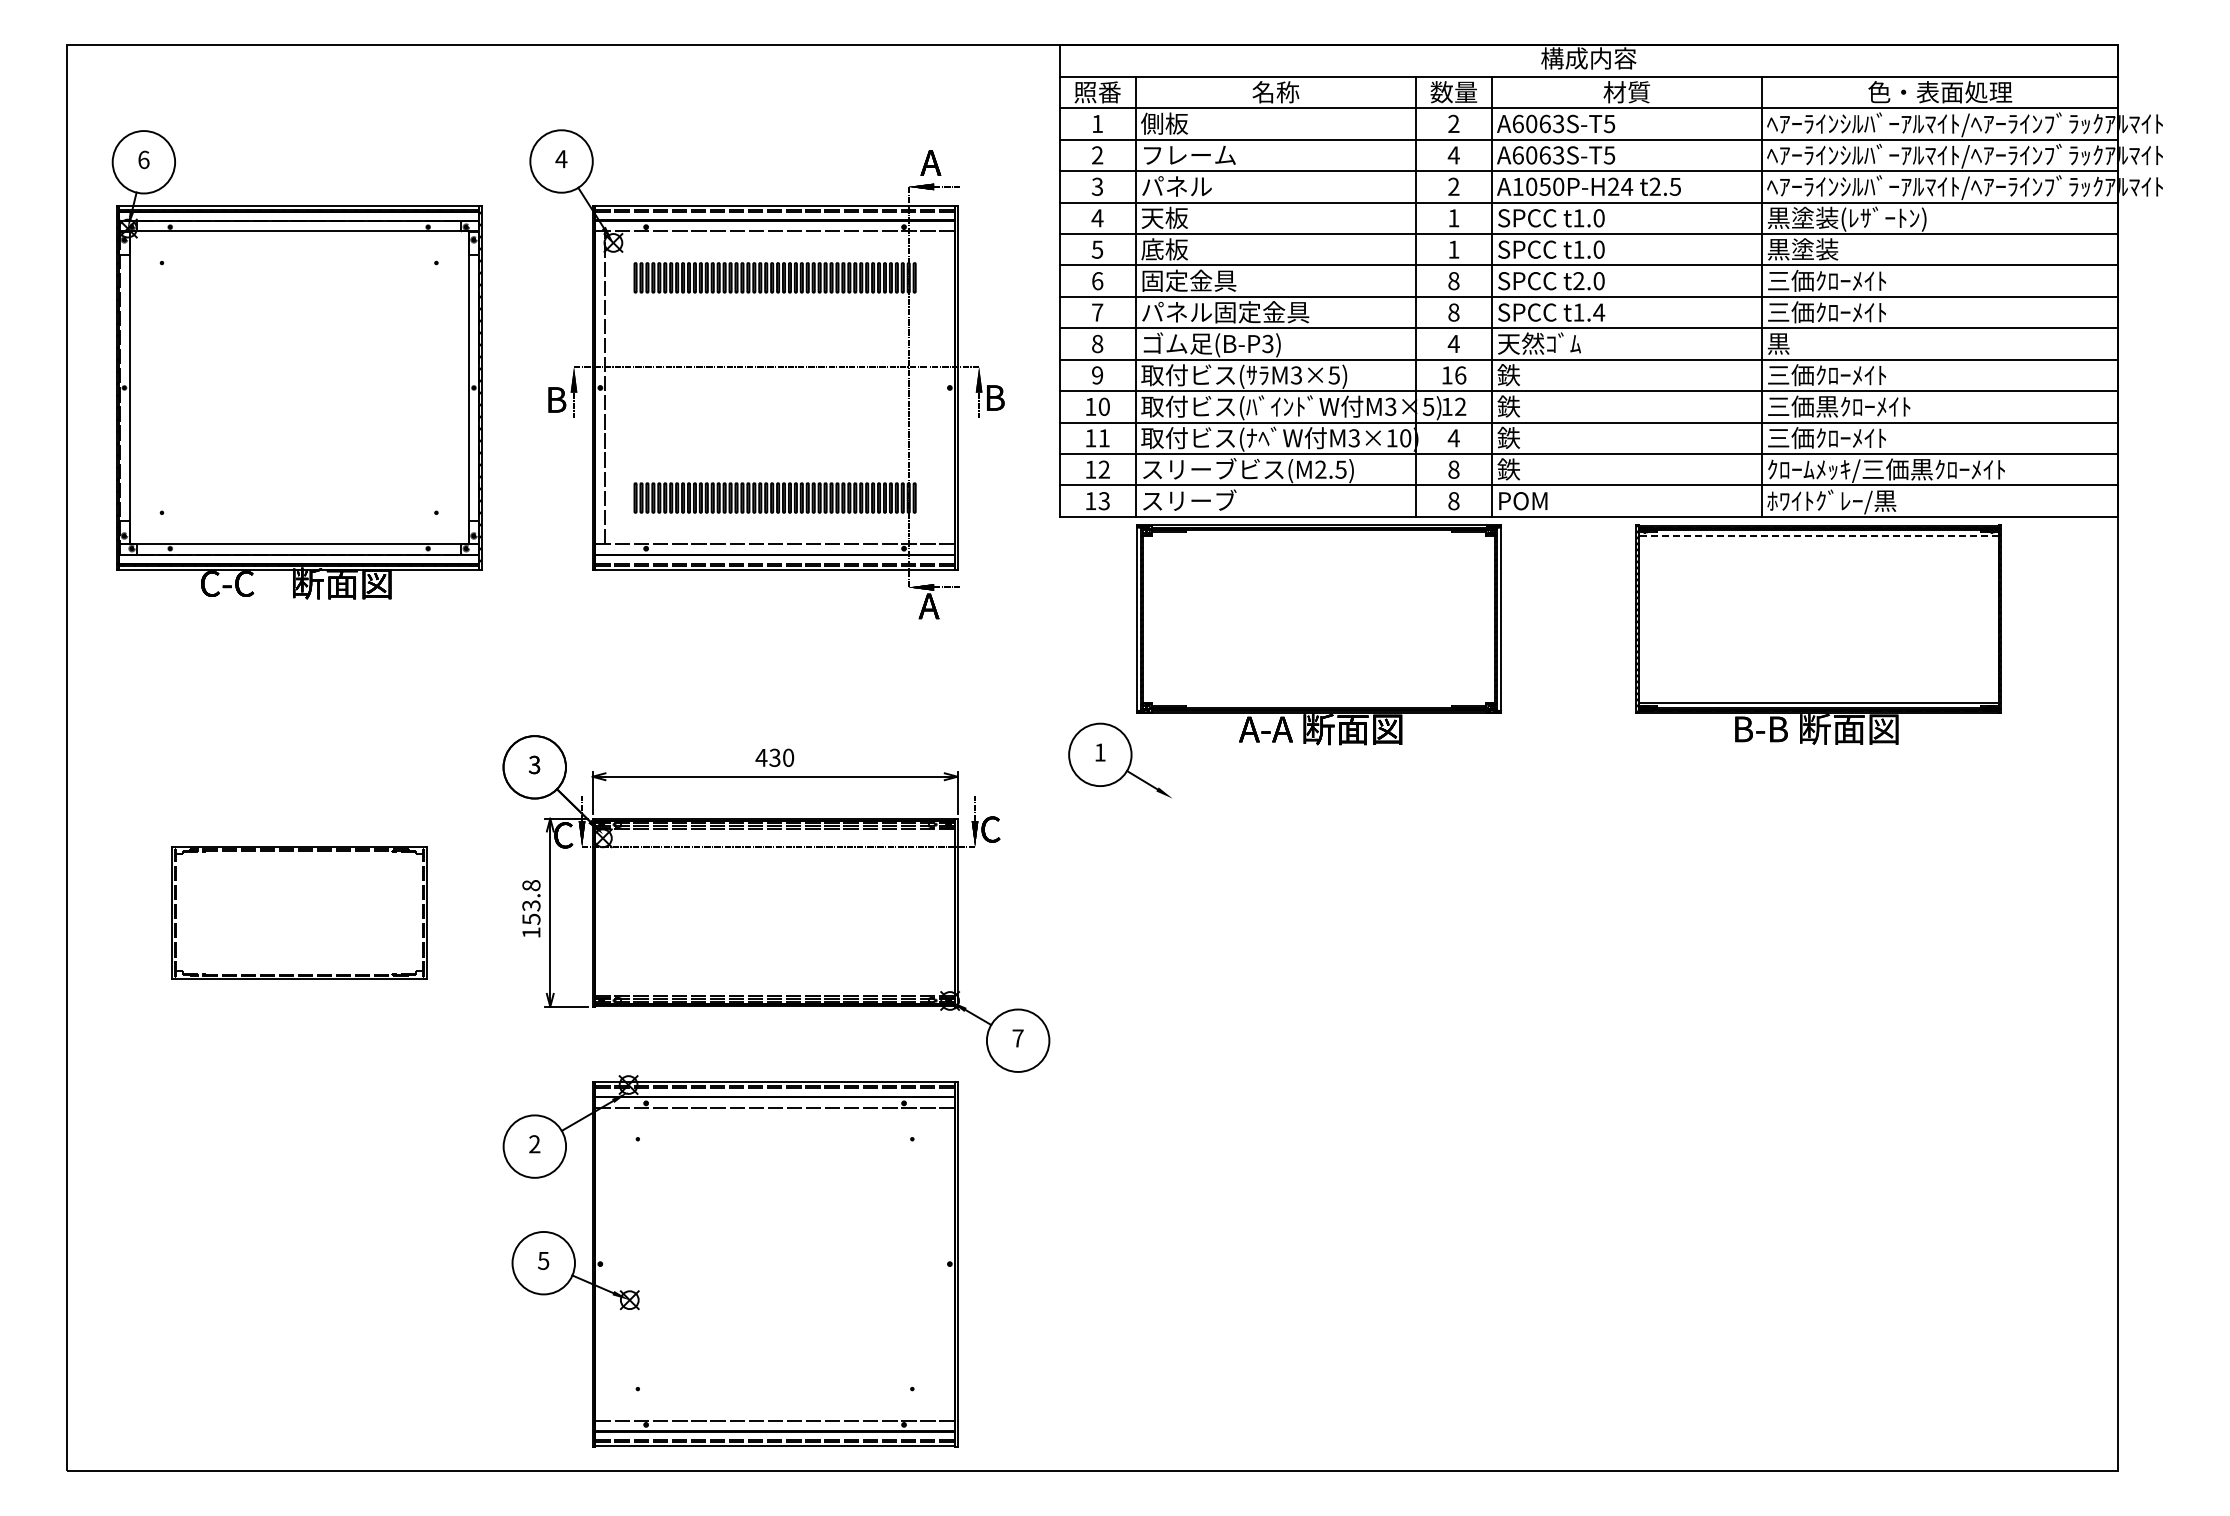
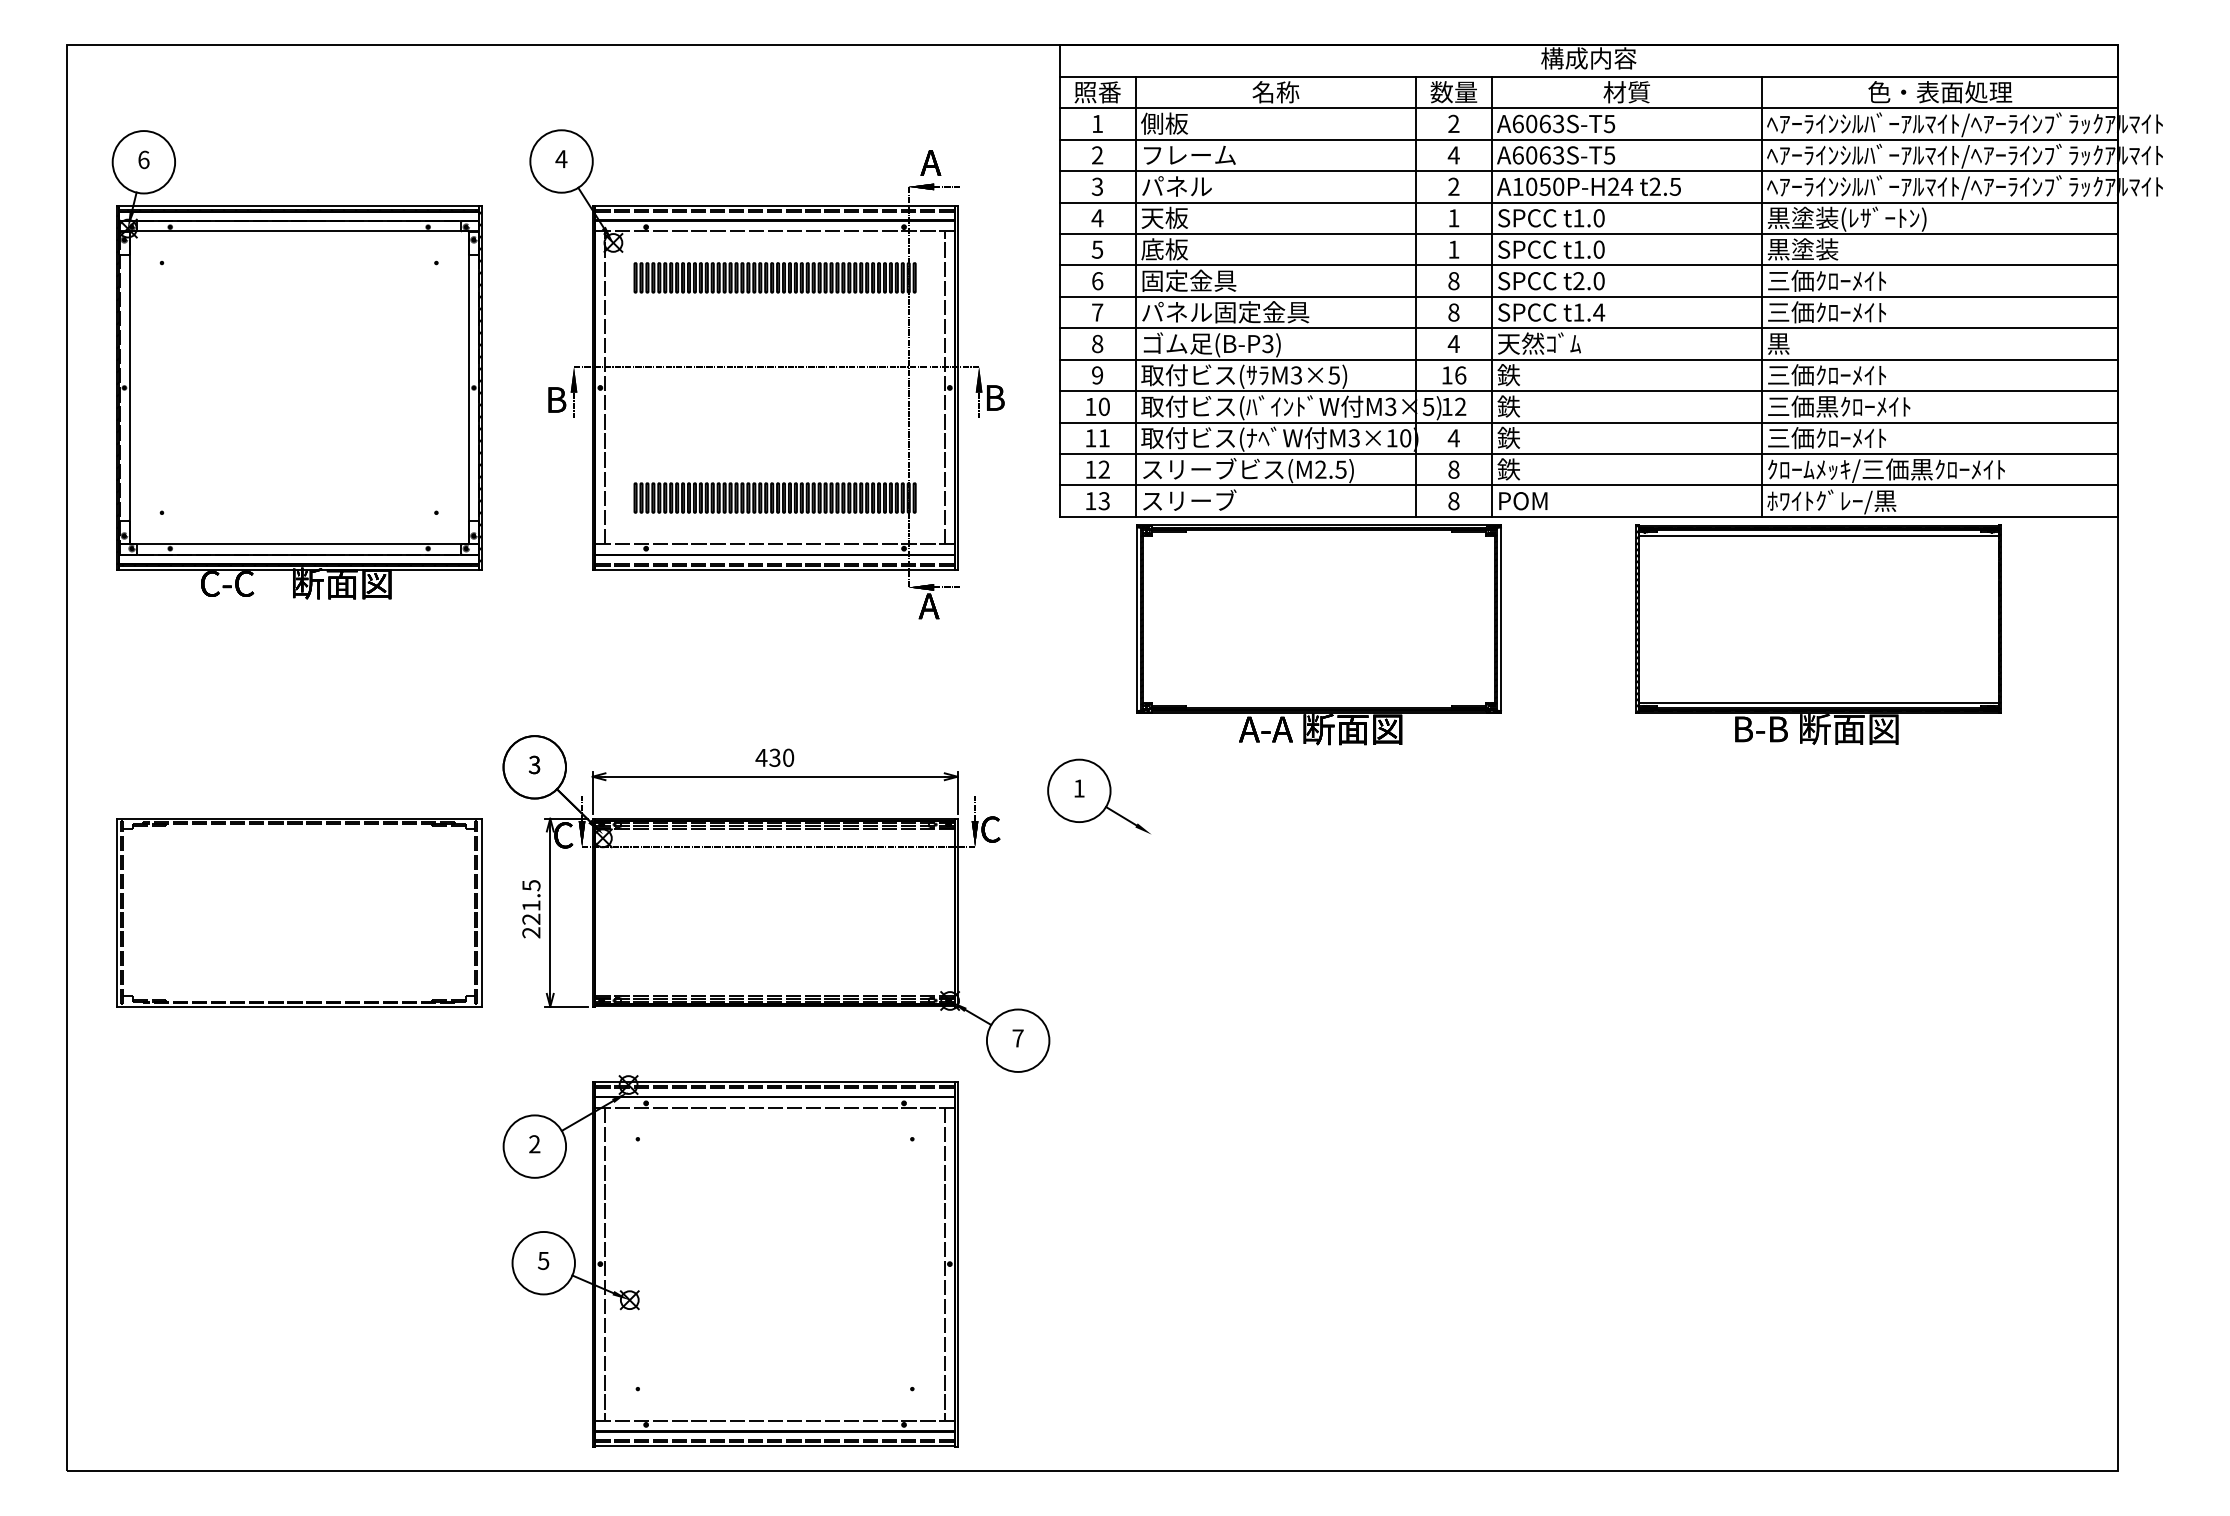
line at (944, 387): none -> present
line at (1818, 535): dashed -> solid
part at (1119, 760) position: (1119, 760) -> (1098, 796)
text at (531, 909): 153.8 -> 221.5
part at (299, 912) size: 257x134 px -> 367x190 px
line at (605, 1264): none -> present
line at (944, 1264): none -> present
